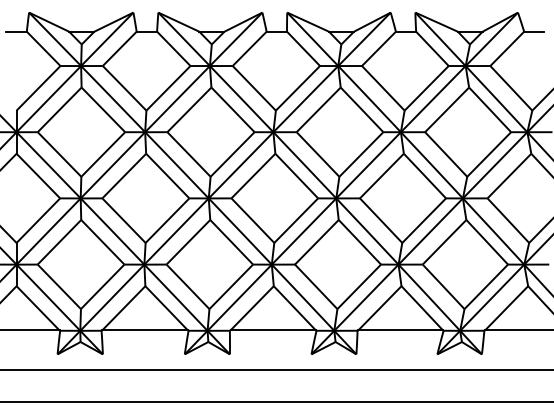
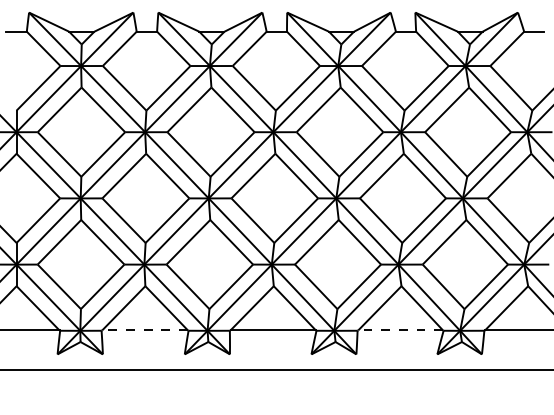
line at (145, 330): solid -> dashed
line at (400, 330): solid -> dashed
line at (276, 402): present -> none
